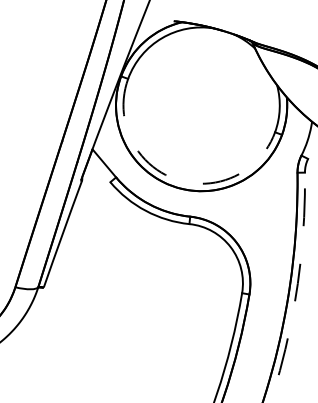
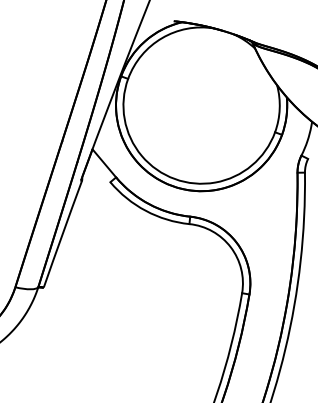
arc at (174, 179): dashed -> solid
arc at (297, 288): dashed -> solid
